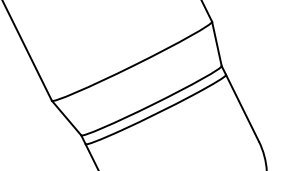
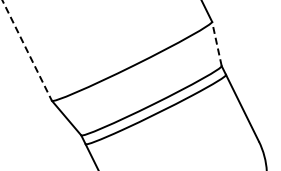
line at (216, 43): solid -> dashed
line at (27, 50): solid -> dashed
